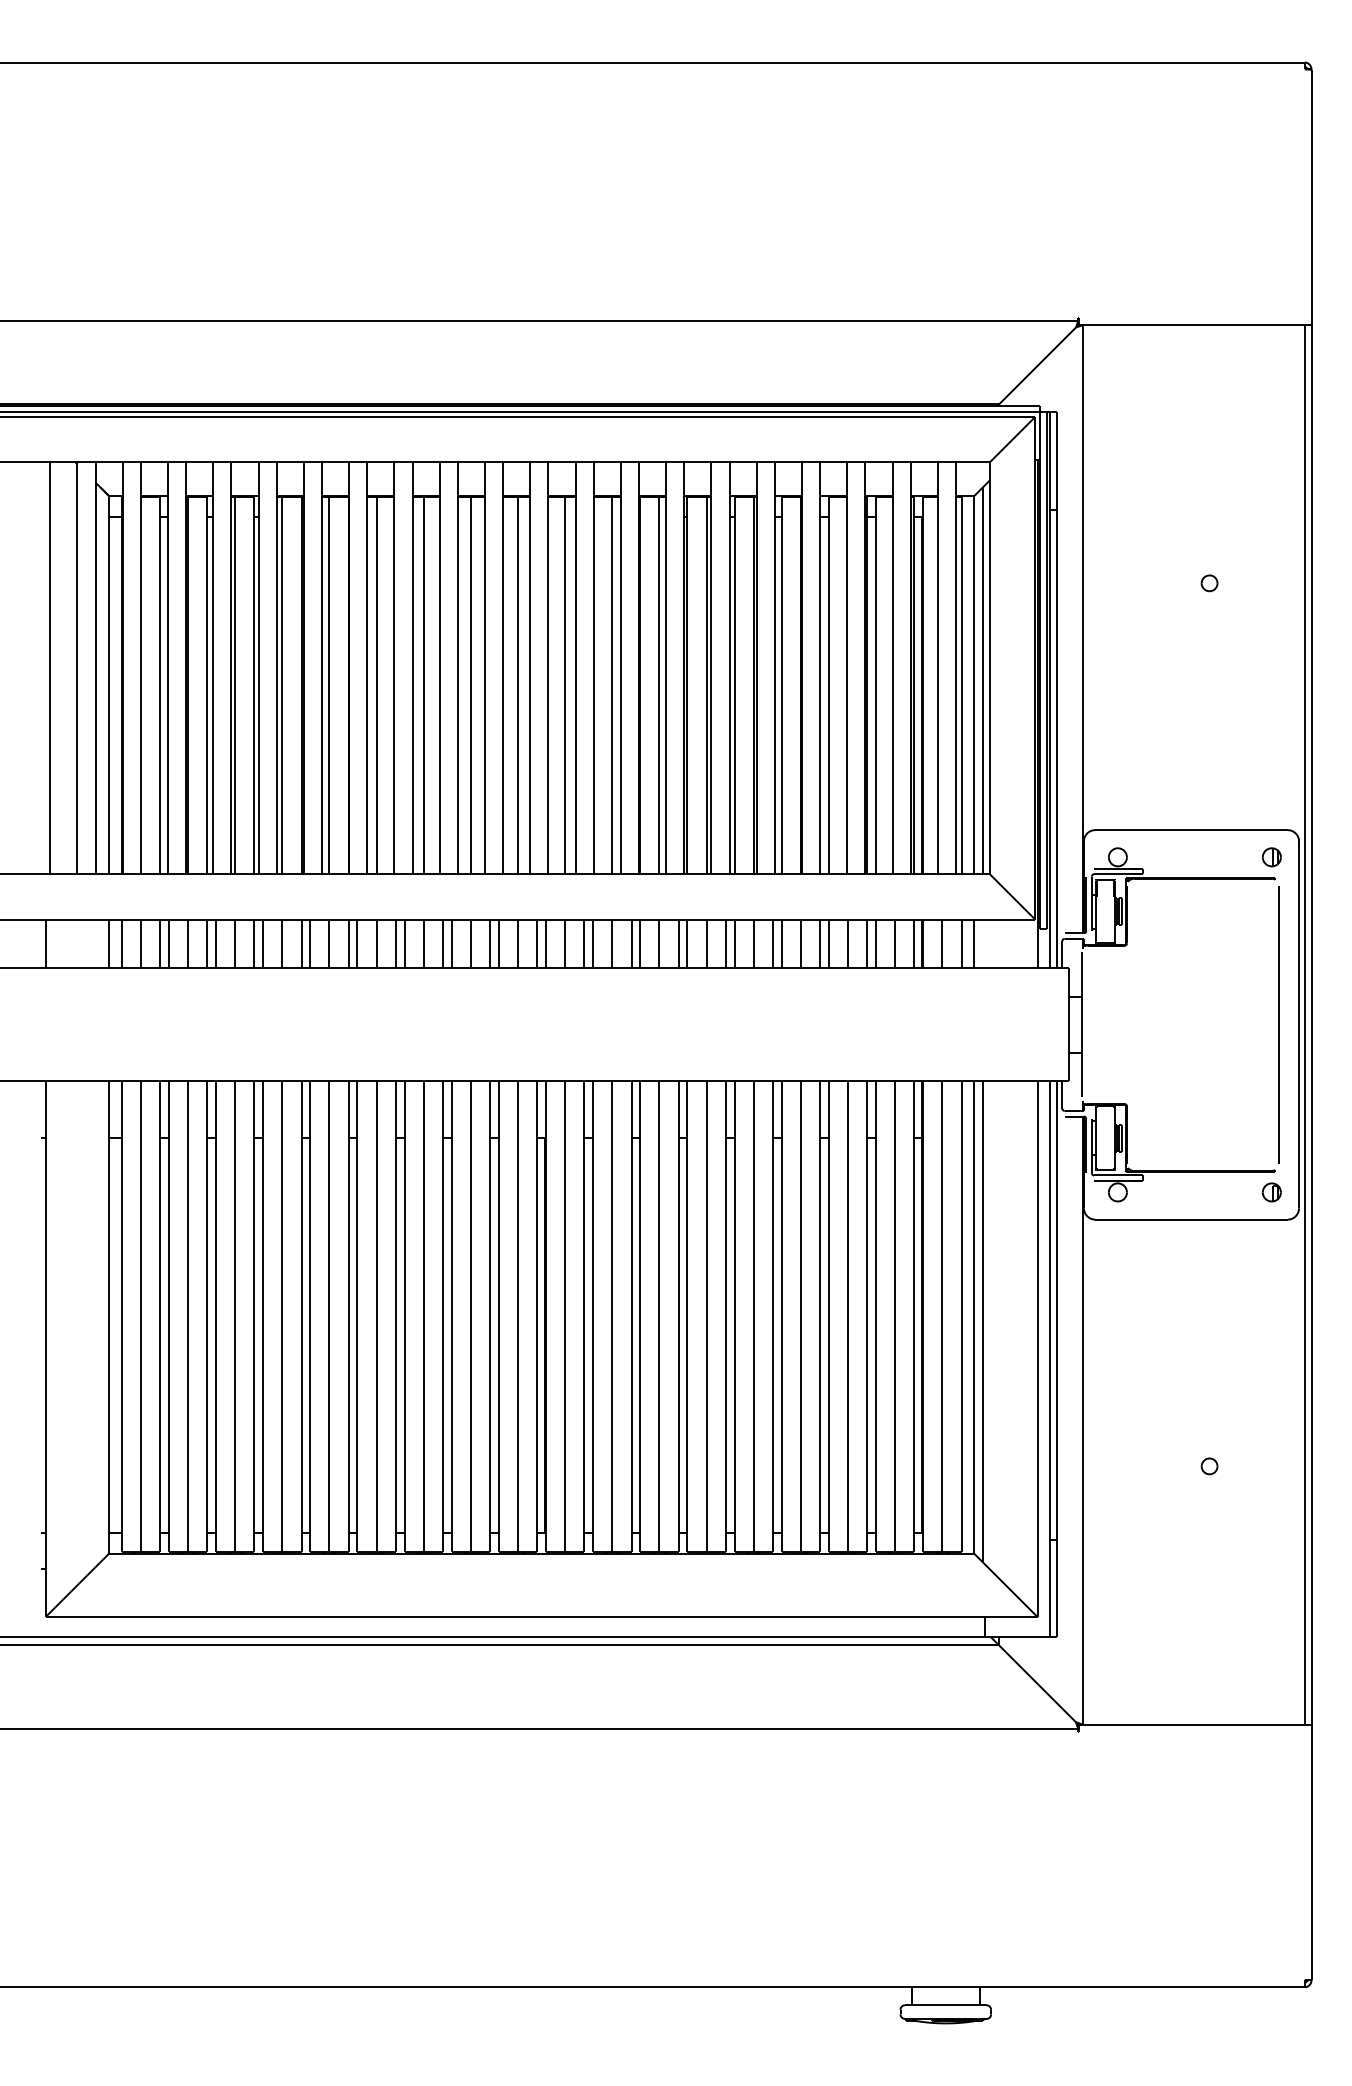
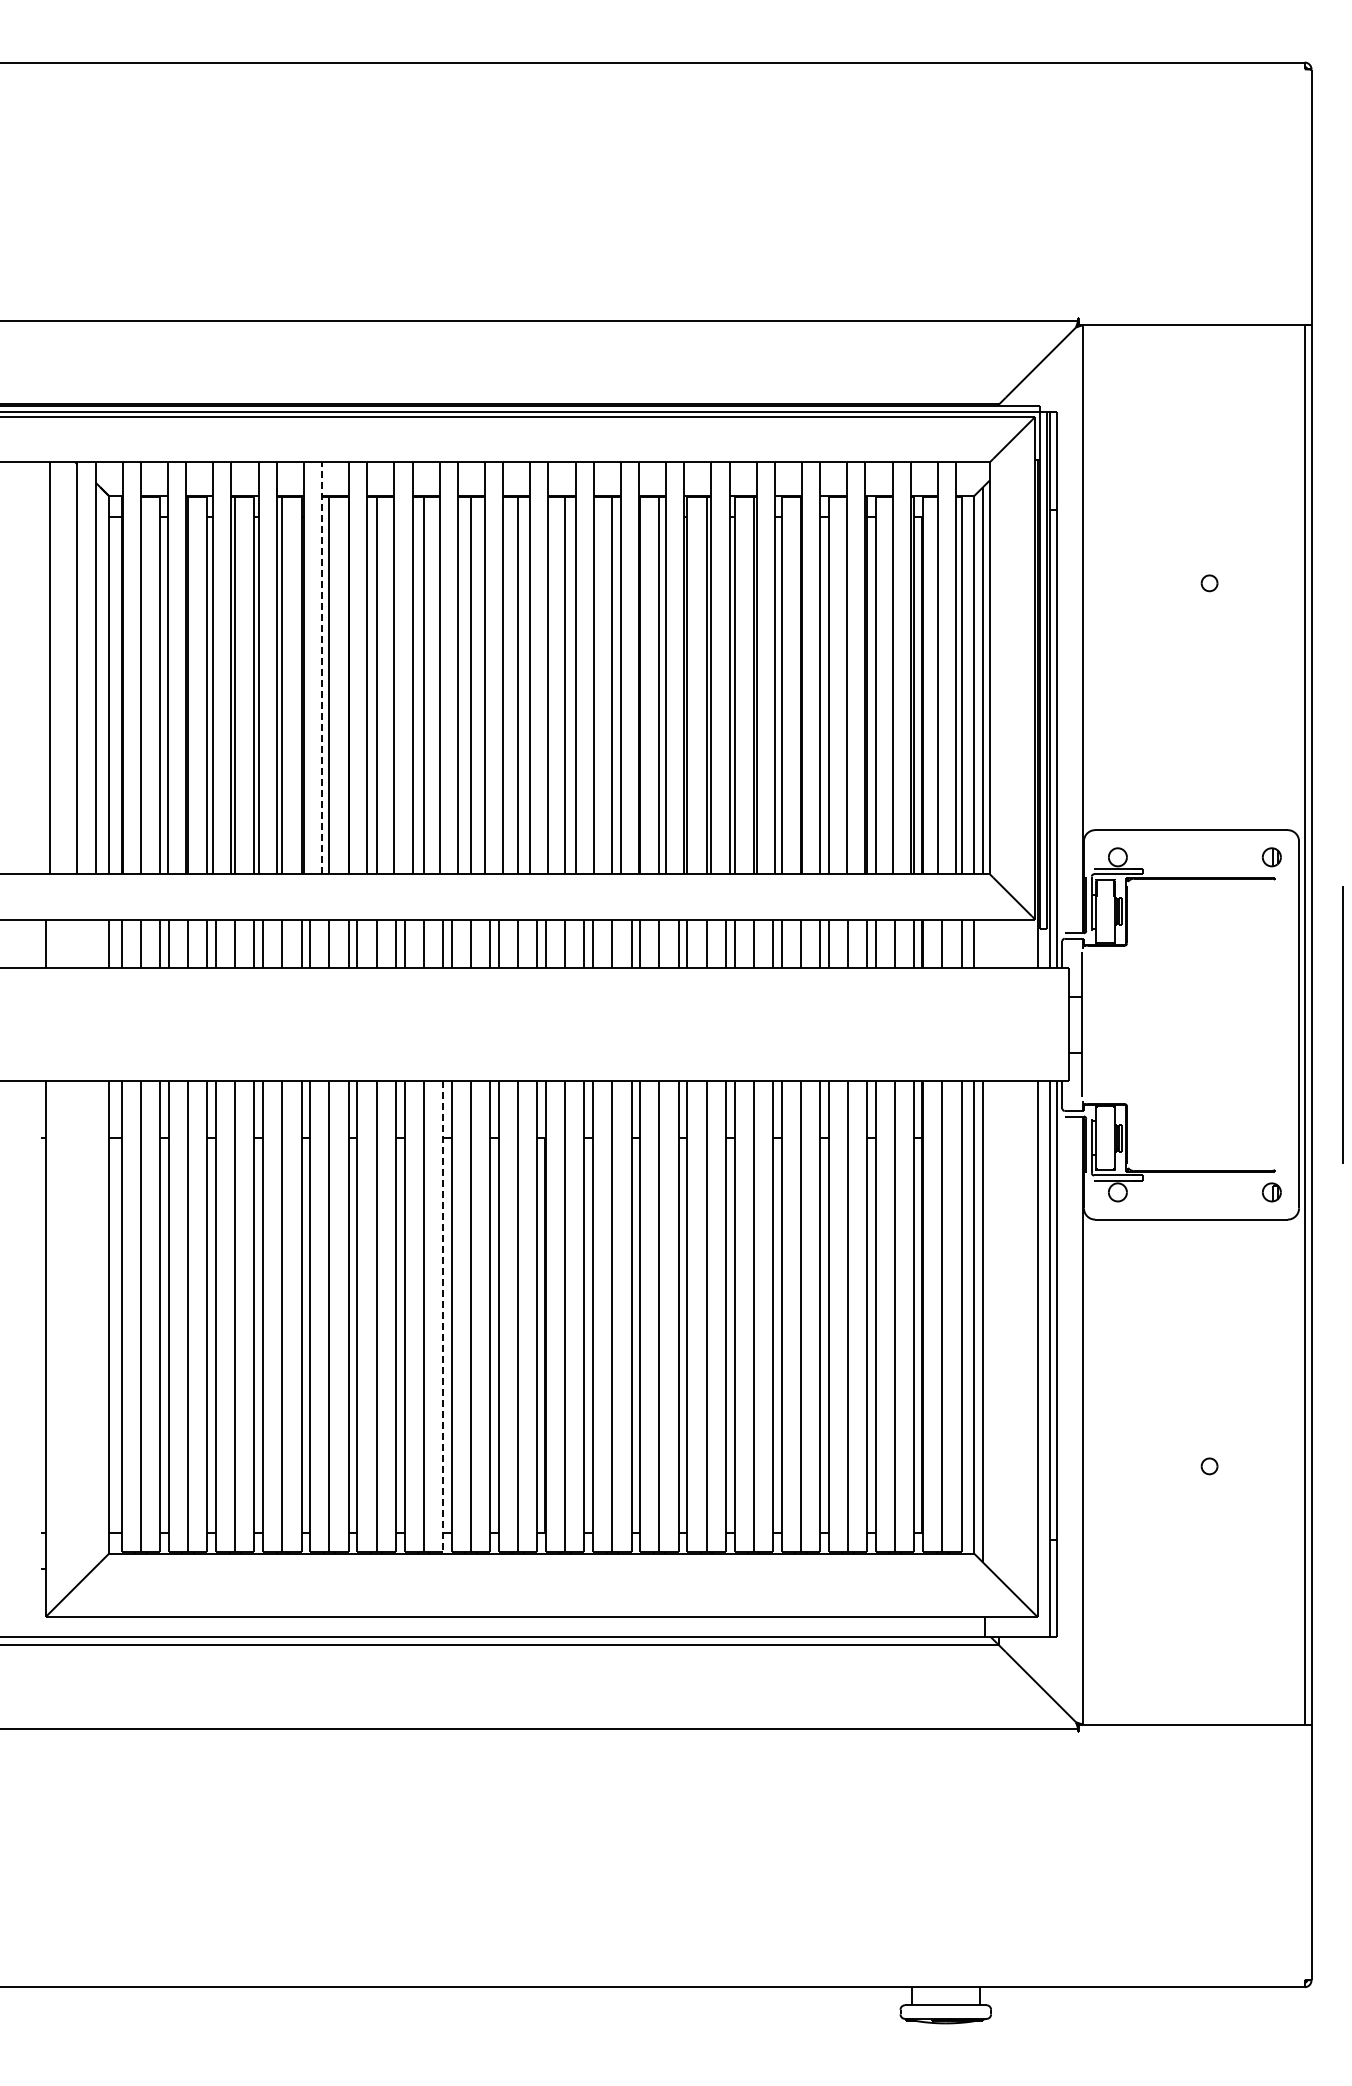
line at (322, 667): solid -> dashed
line at (1278, 1024) position: (1278, 1024) -> (1342, 1024)
line at (442, 1317): solid -> dashed
